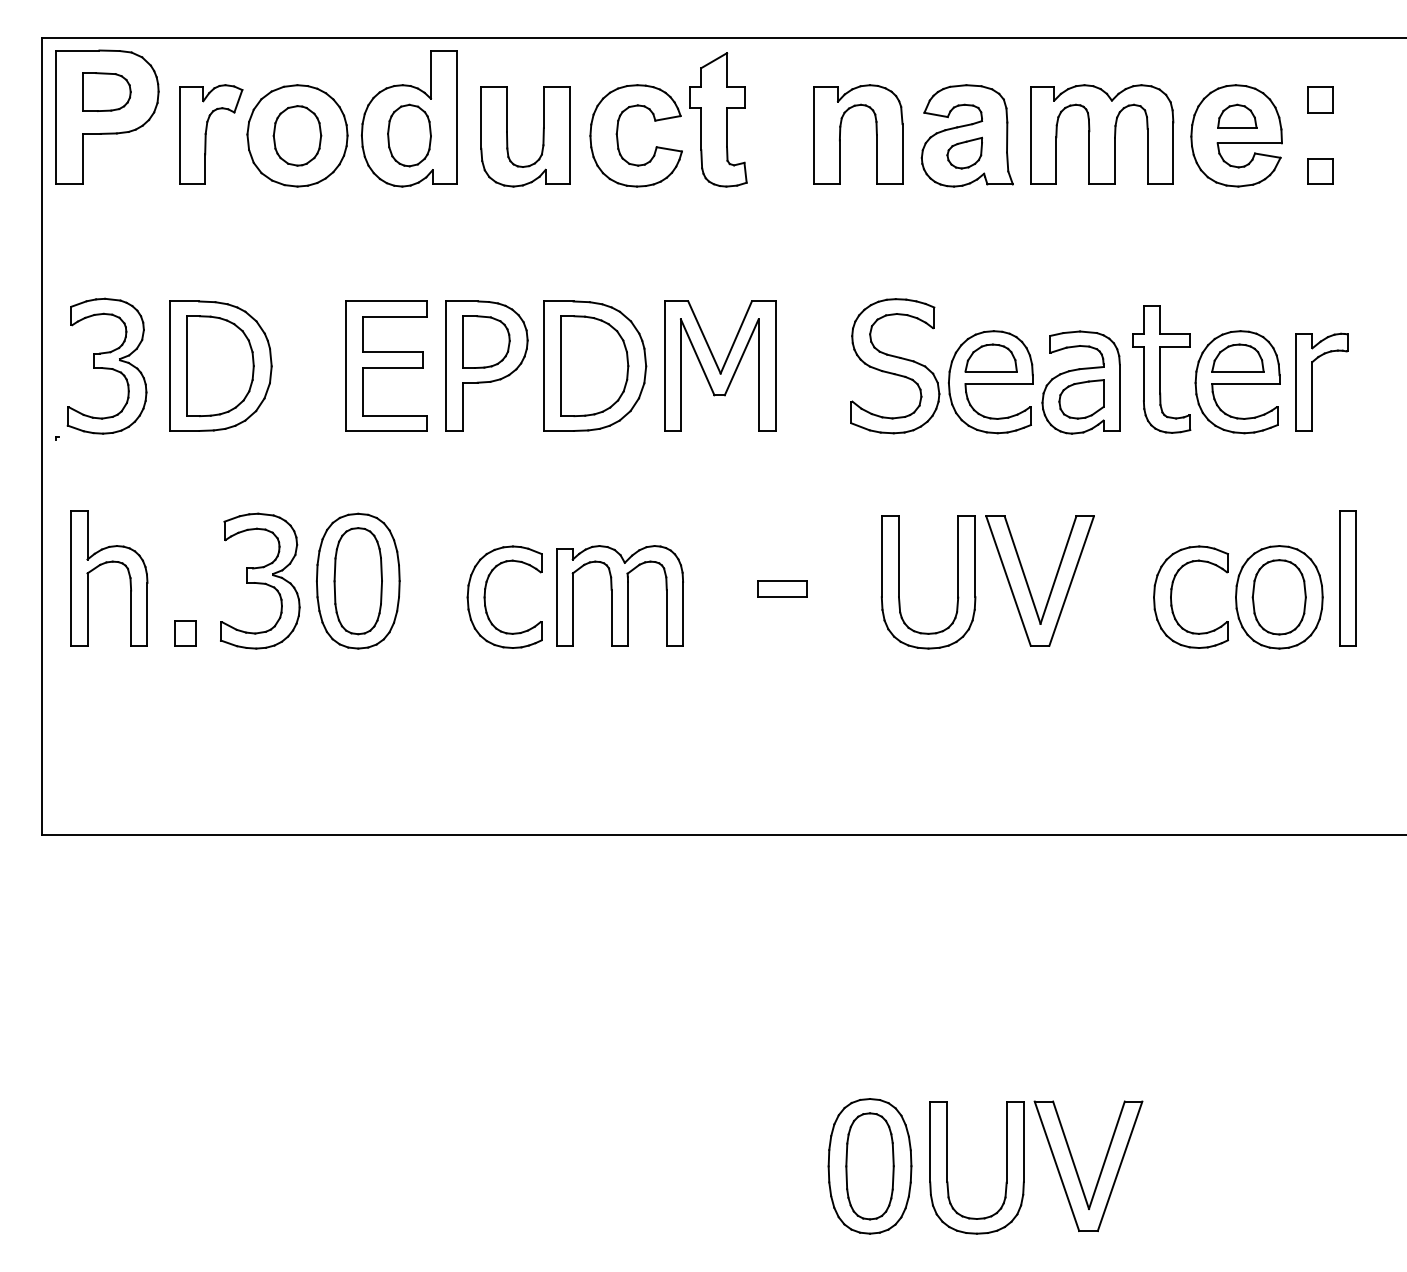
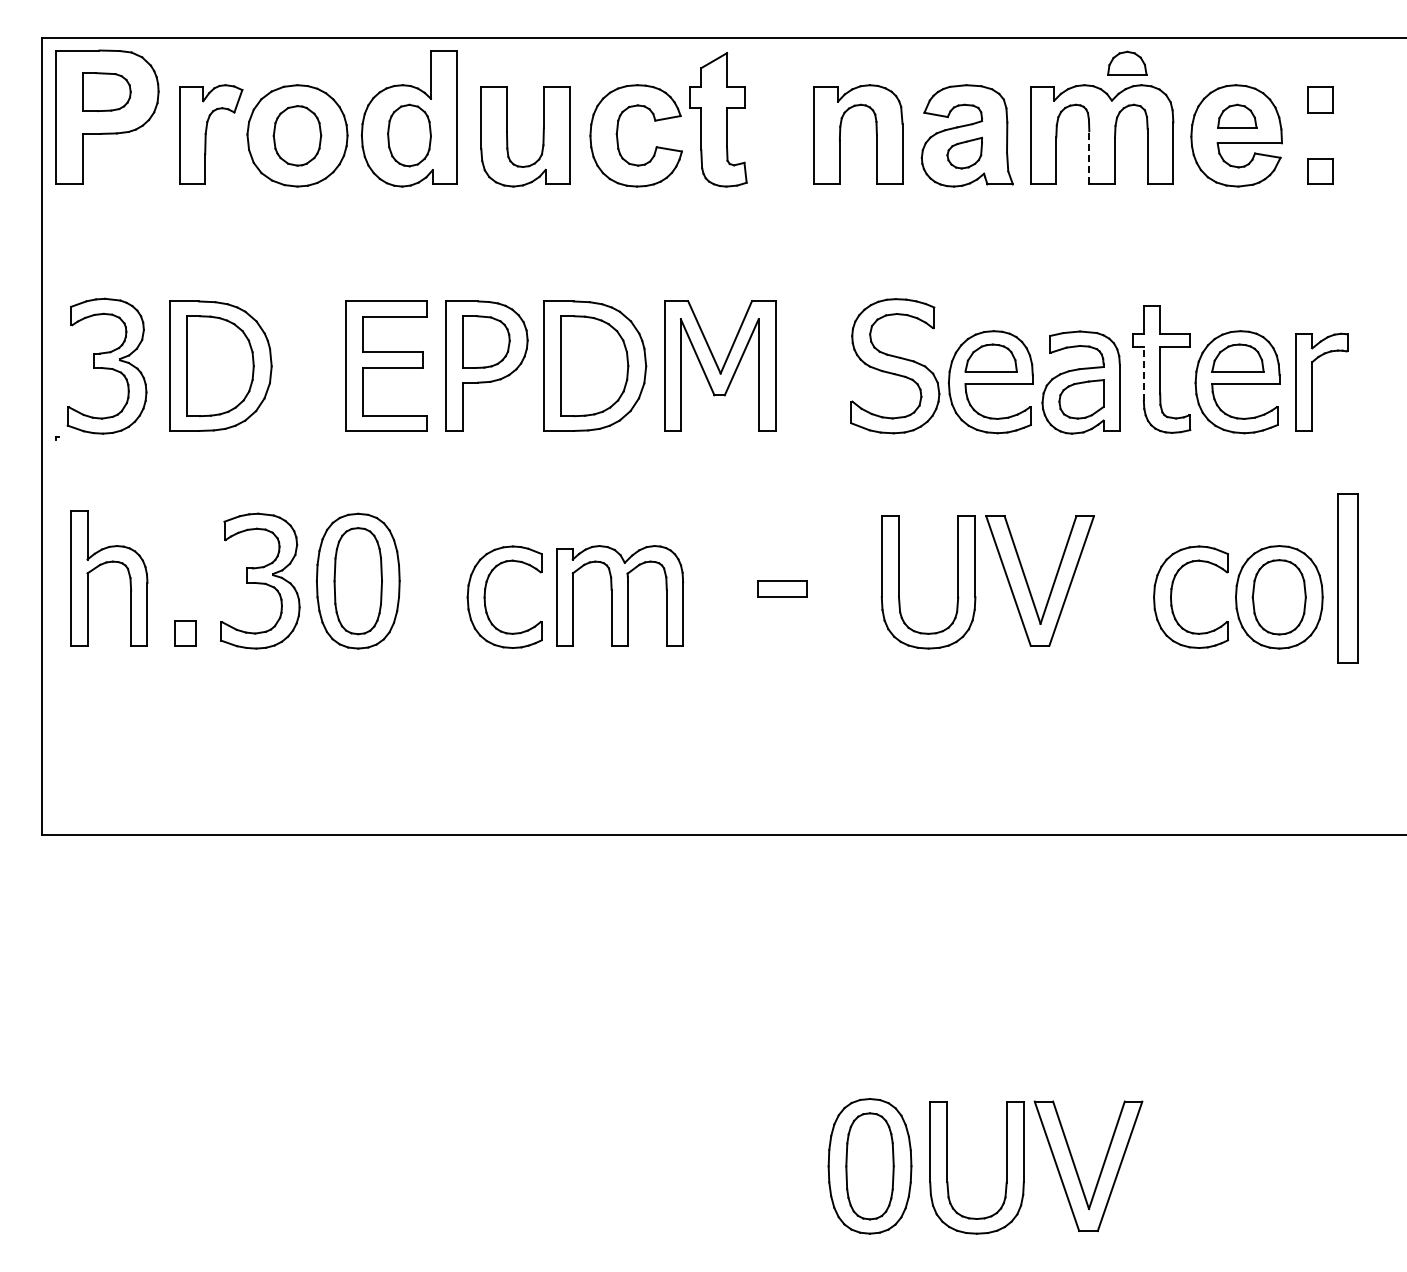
part at (1127, 62): none -> present
line at (1089, 157): solid -> dashed
line at (1143, 374): solid -> dashed
part at (1347, 578) size: 18x137 px -> 22x171 px
